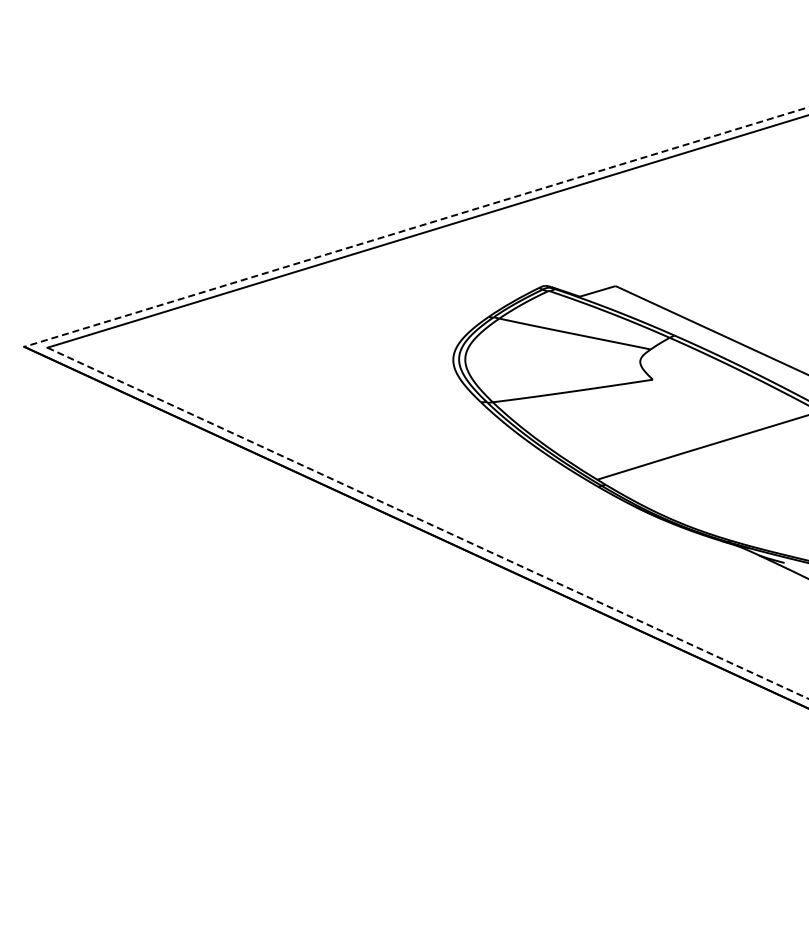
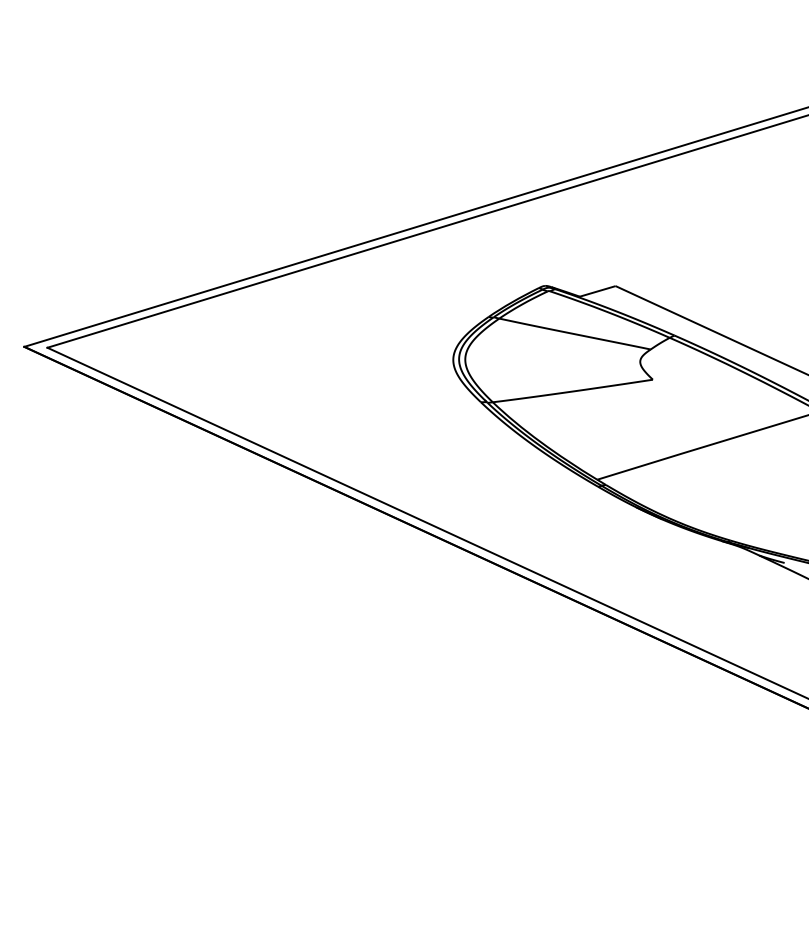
line at (416, 227): dashed -> solid
line at (428, 523): dashed -> solid
